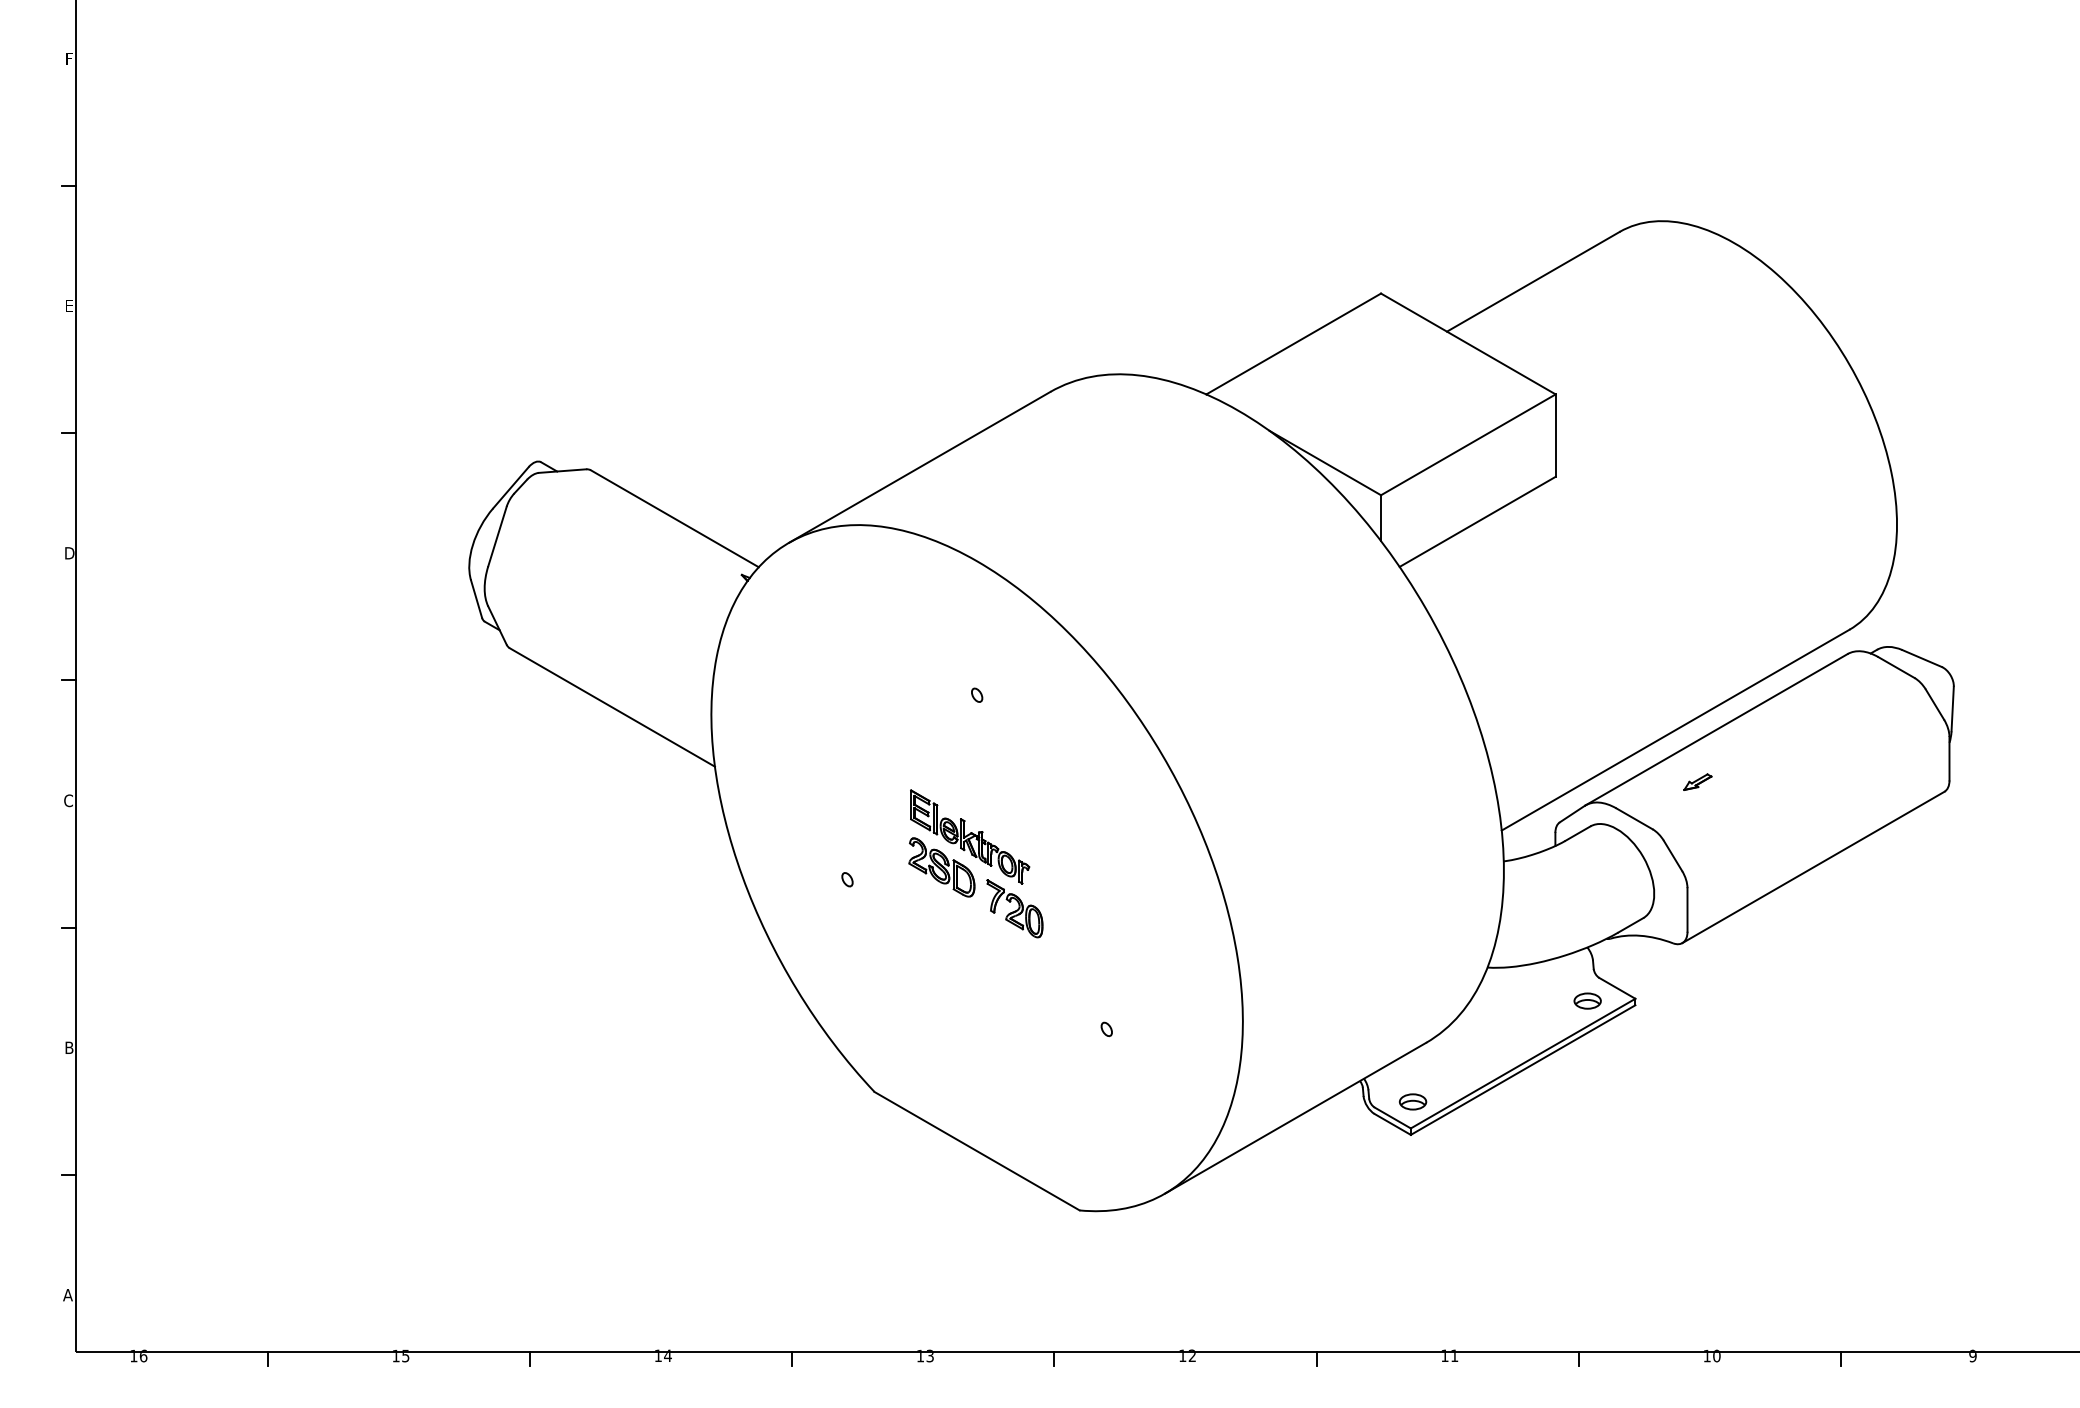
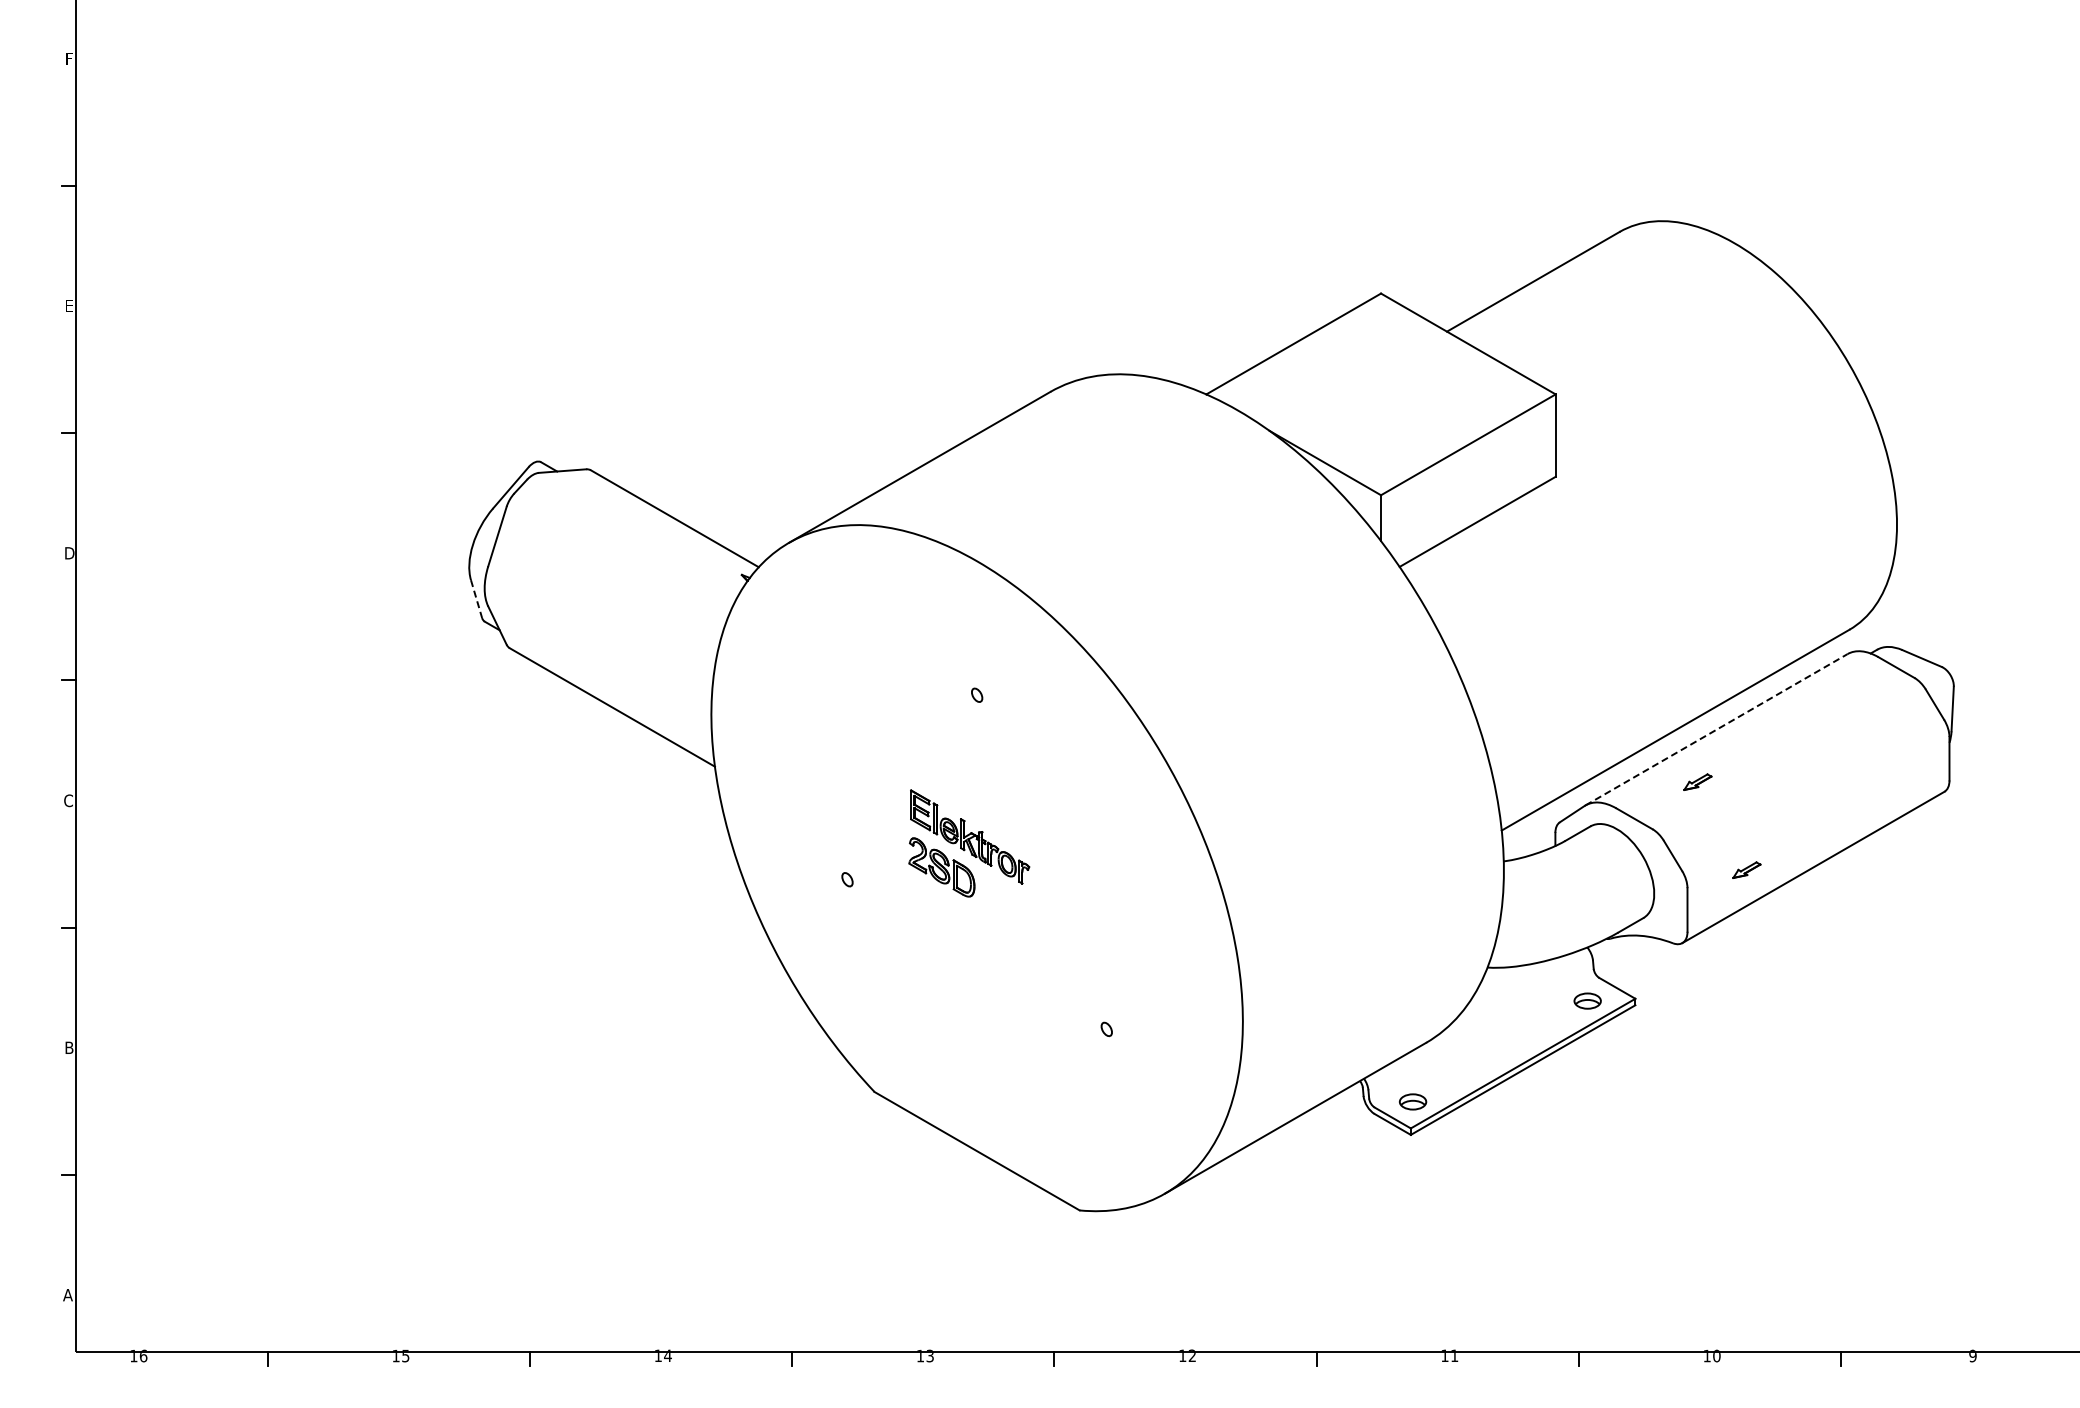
line at (476, 599): solid -> dashed
line at (1717, 729): solid -> dashed
part at (1746, 869): none -> present
part at (1014, 908): present -> none
